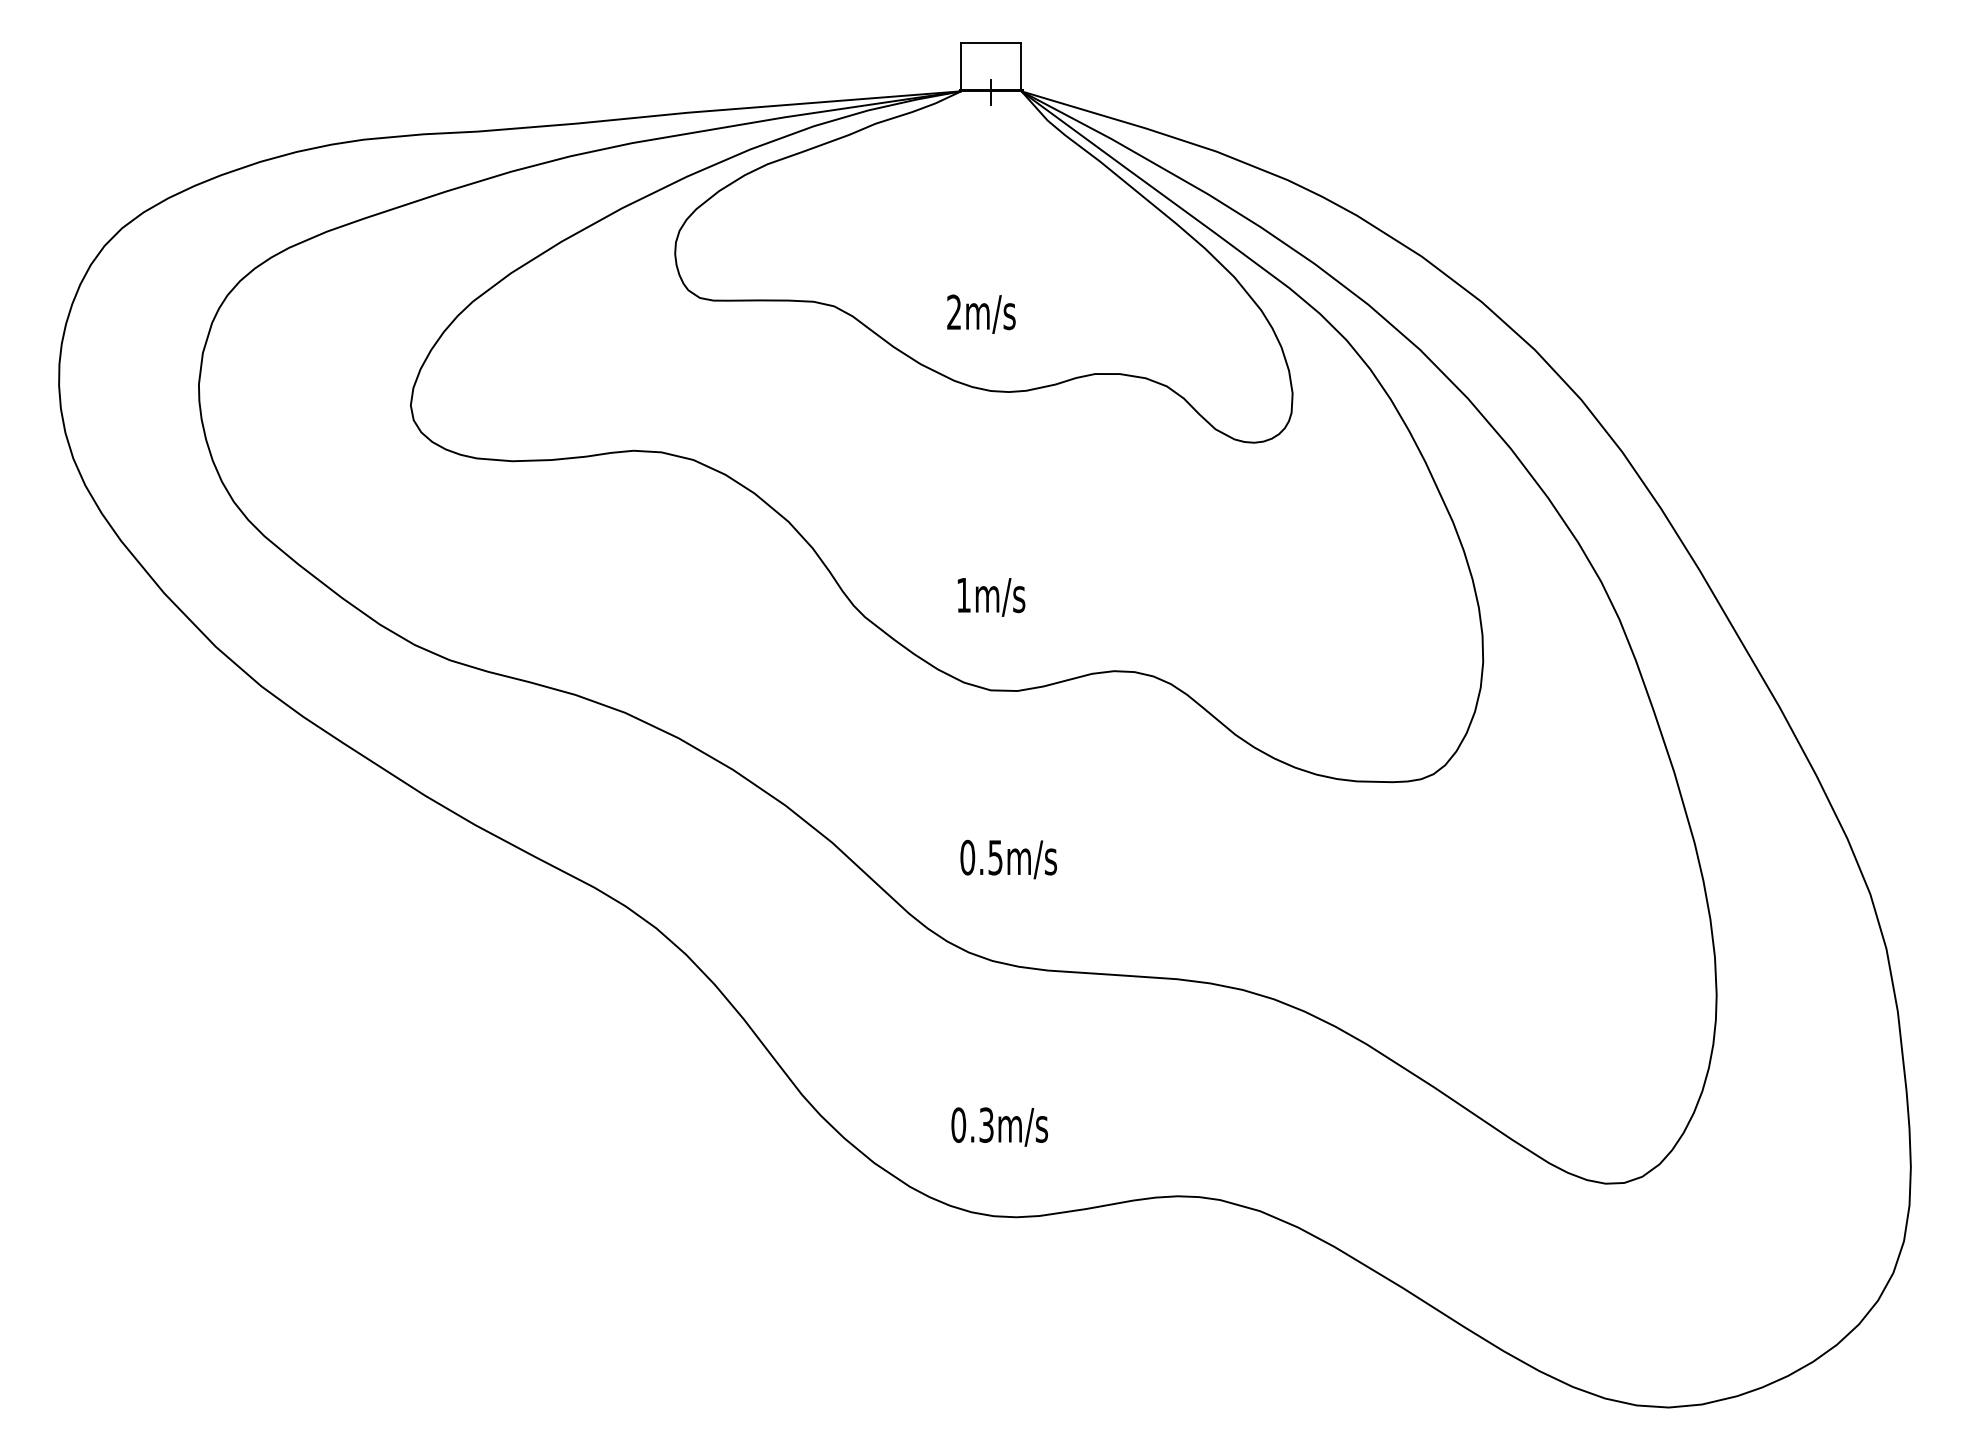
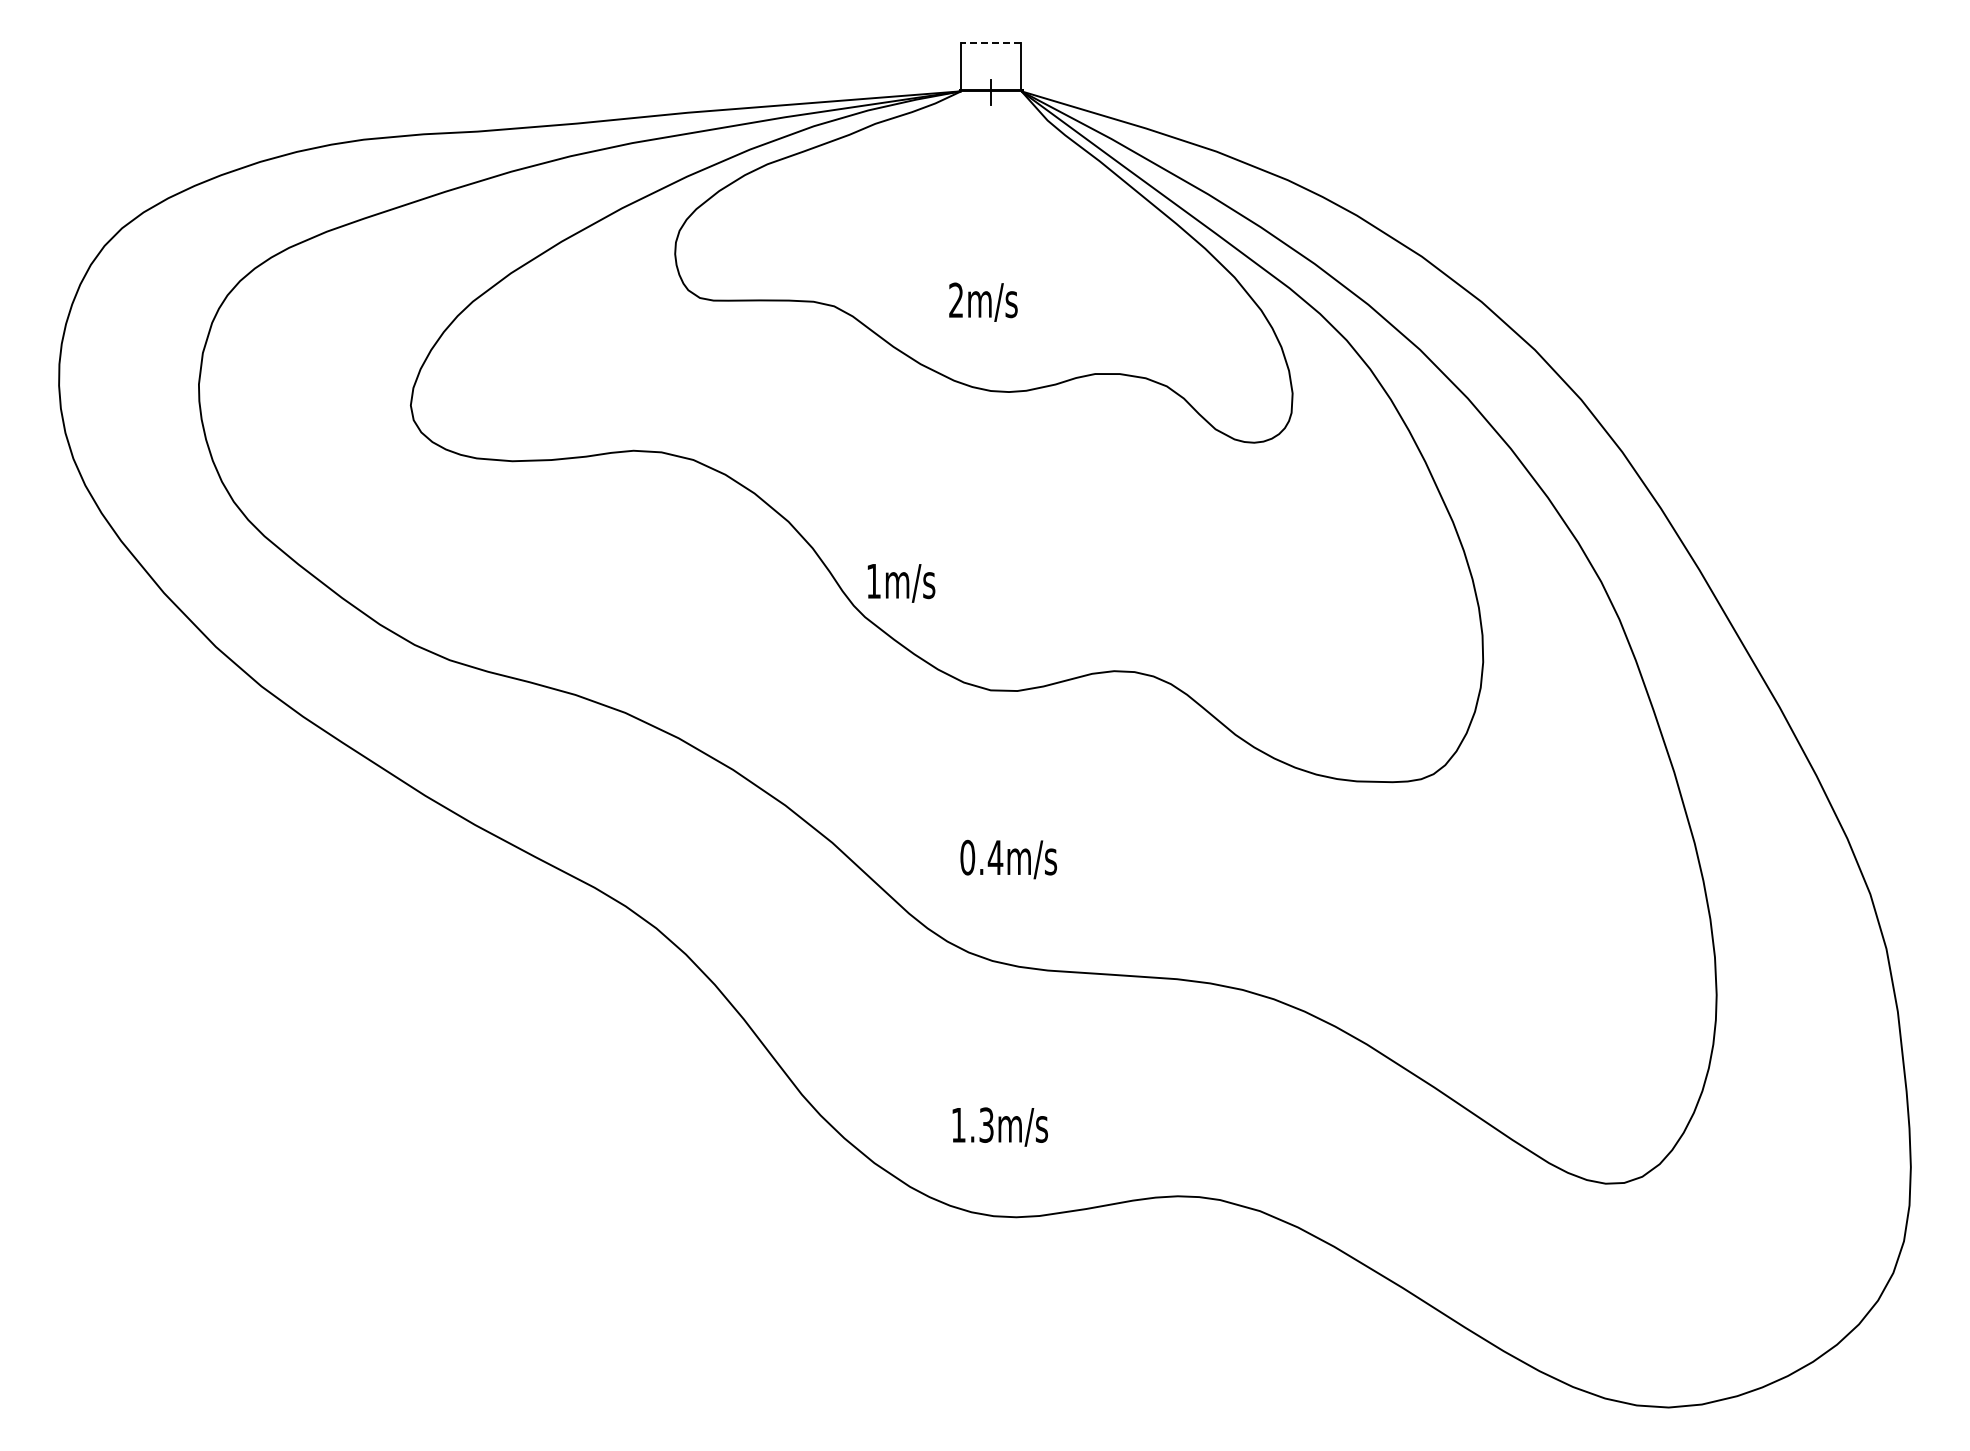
line at (991, 43): solid -> dashed
text at (981, 313) position: (981, 313) -> (983, 301)
text at (991, 597) position: (991, 597) -> (901, 583)
text at (995, 857): 0.5m/s -> 0.4m/s
text at (958, 1124): 0.3m/s -> 1.3m/s
